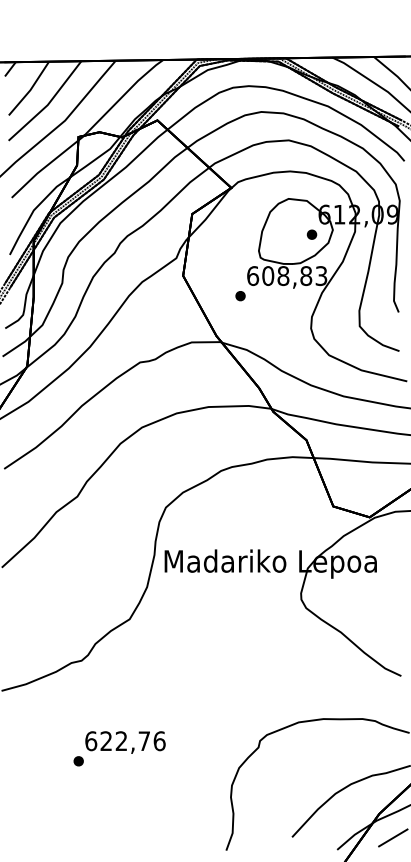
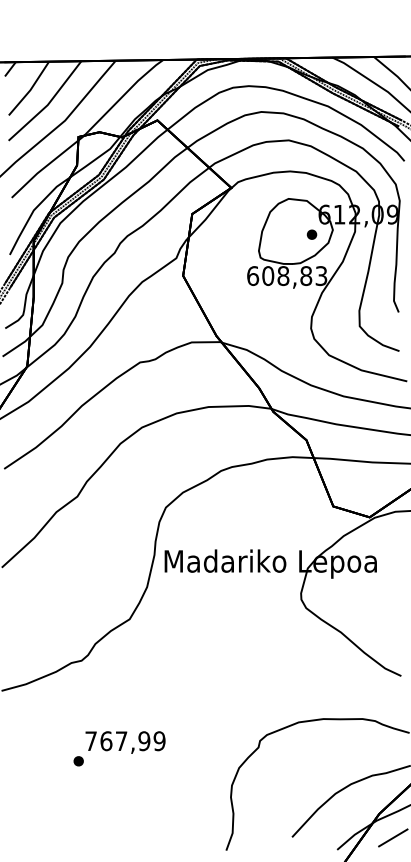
part at (240, 296): present -> none
text at (125, 741): 622,76 -> 767,99
